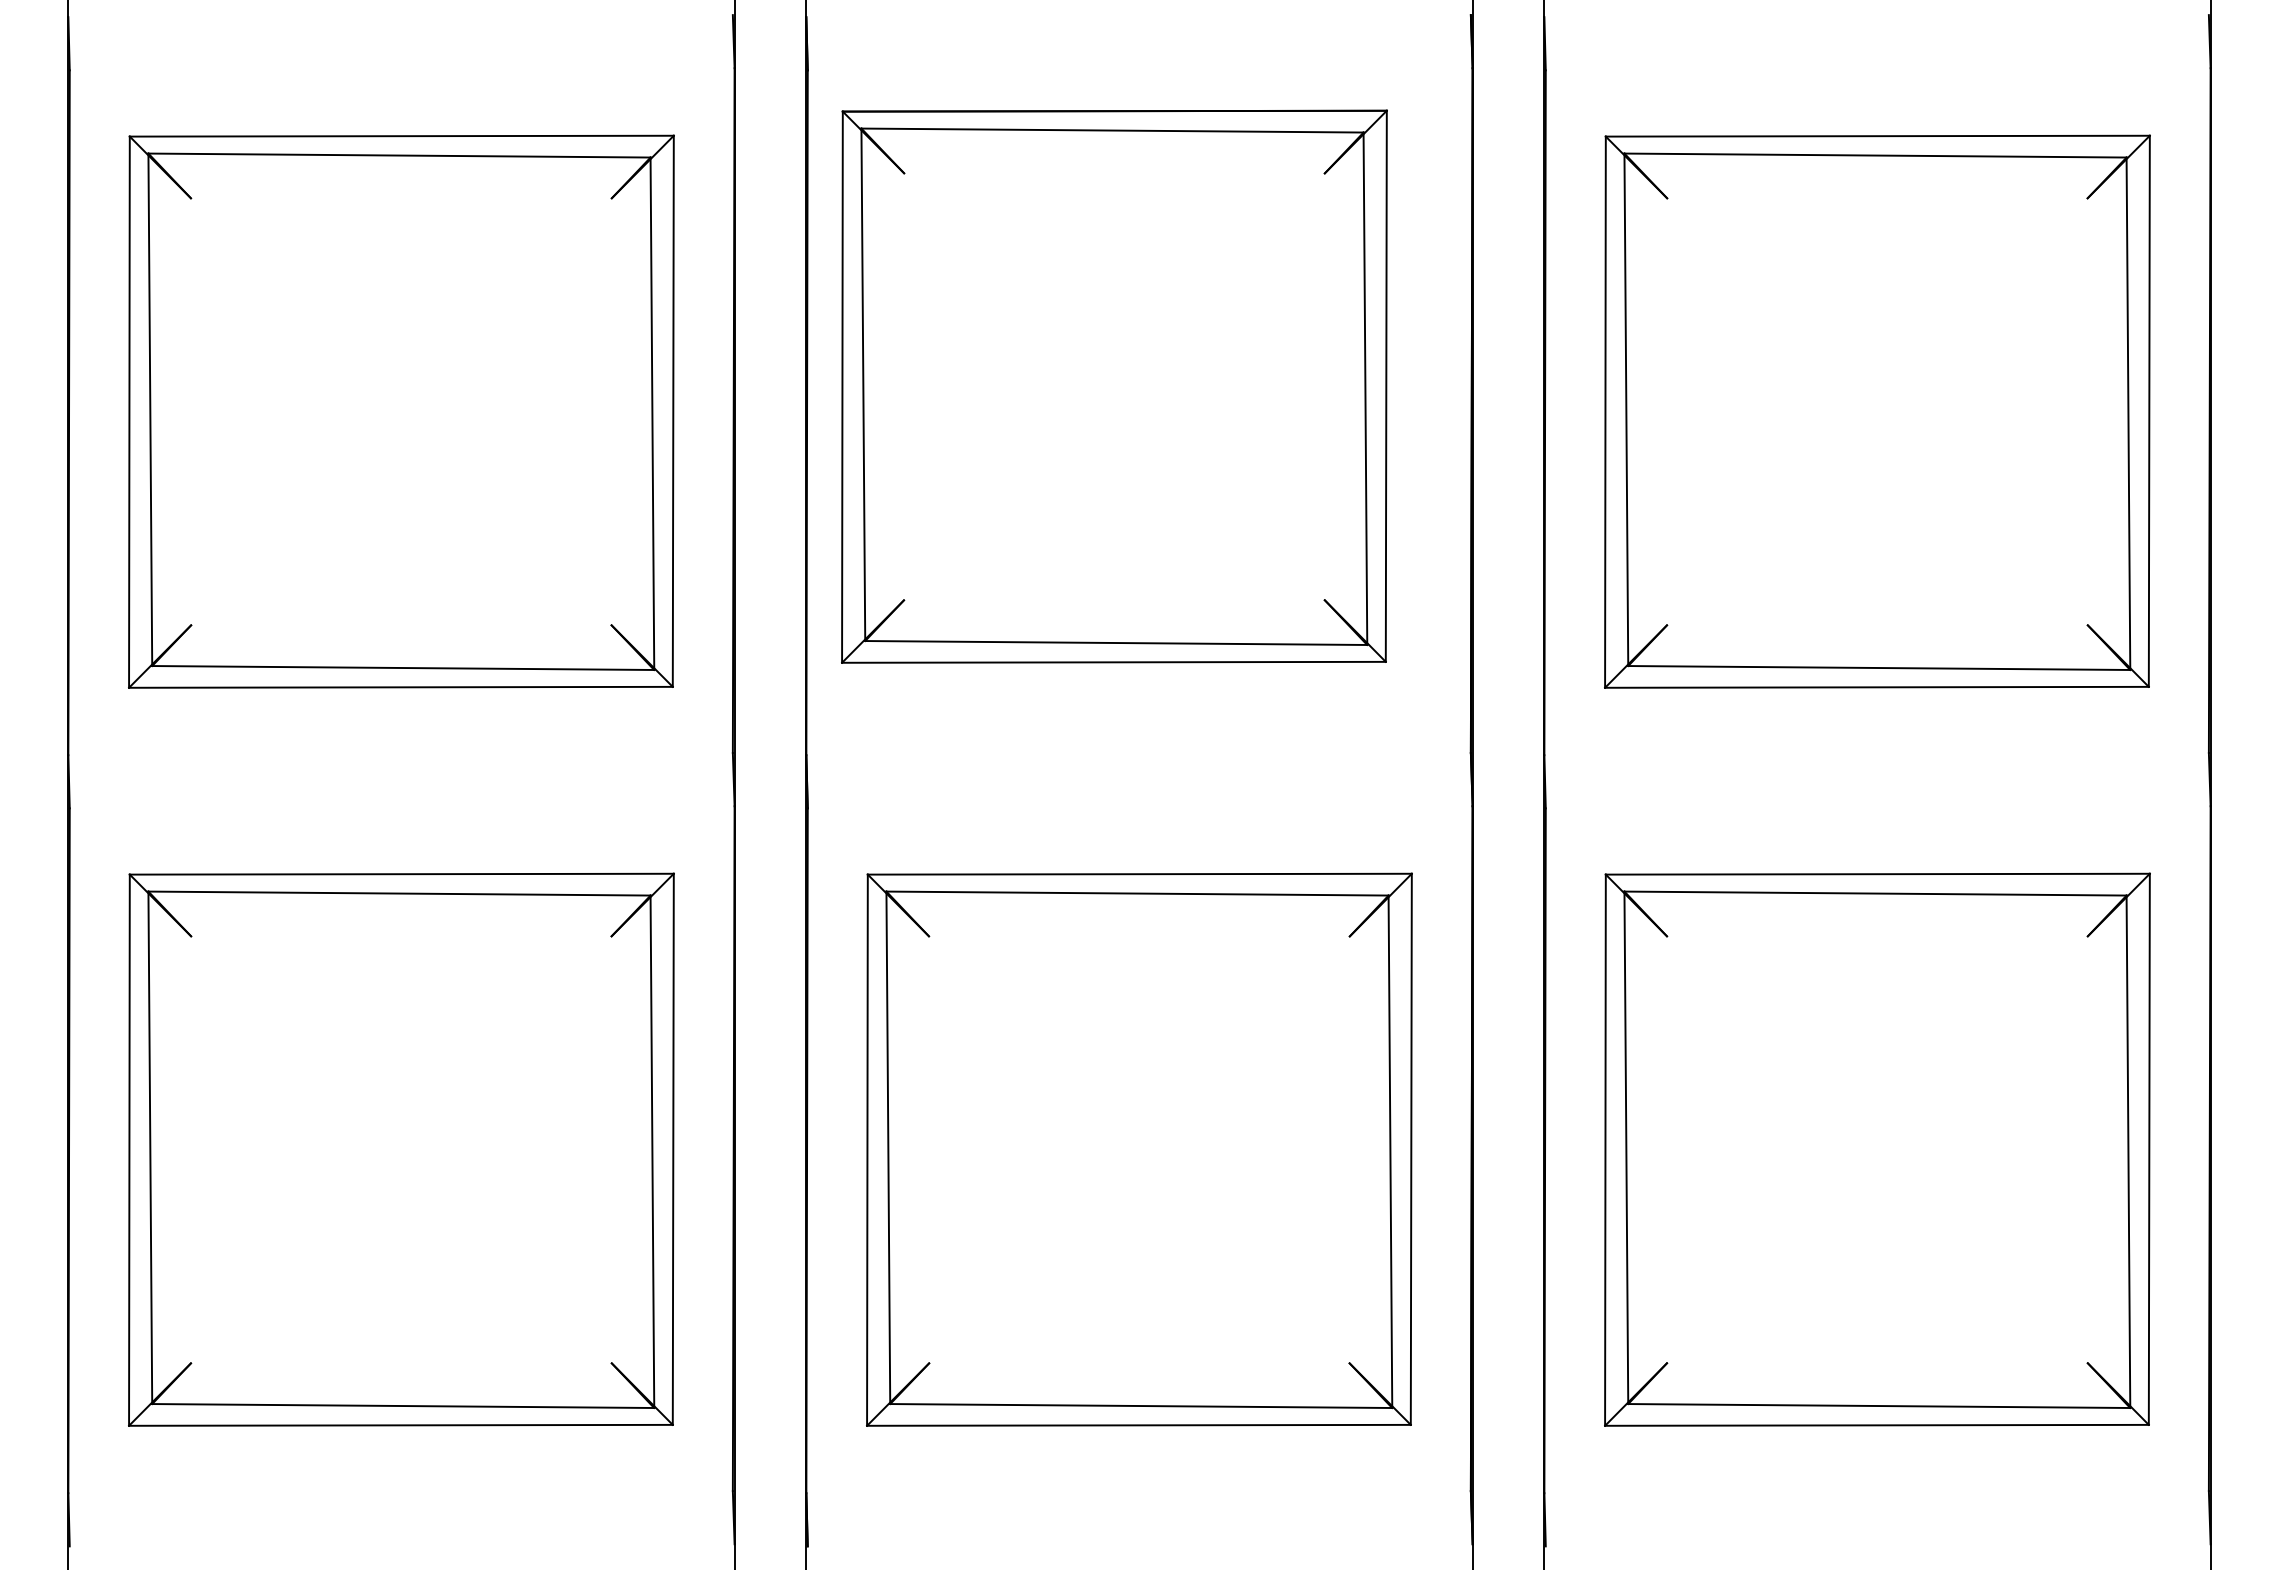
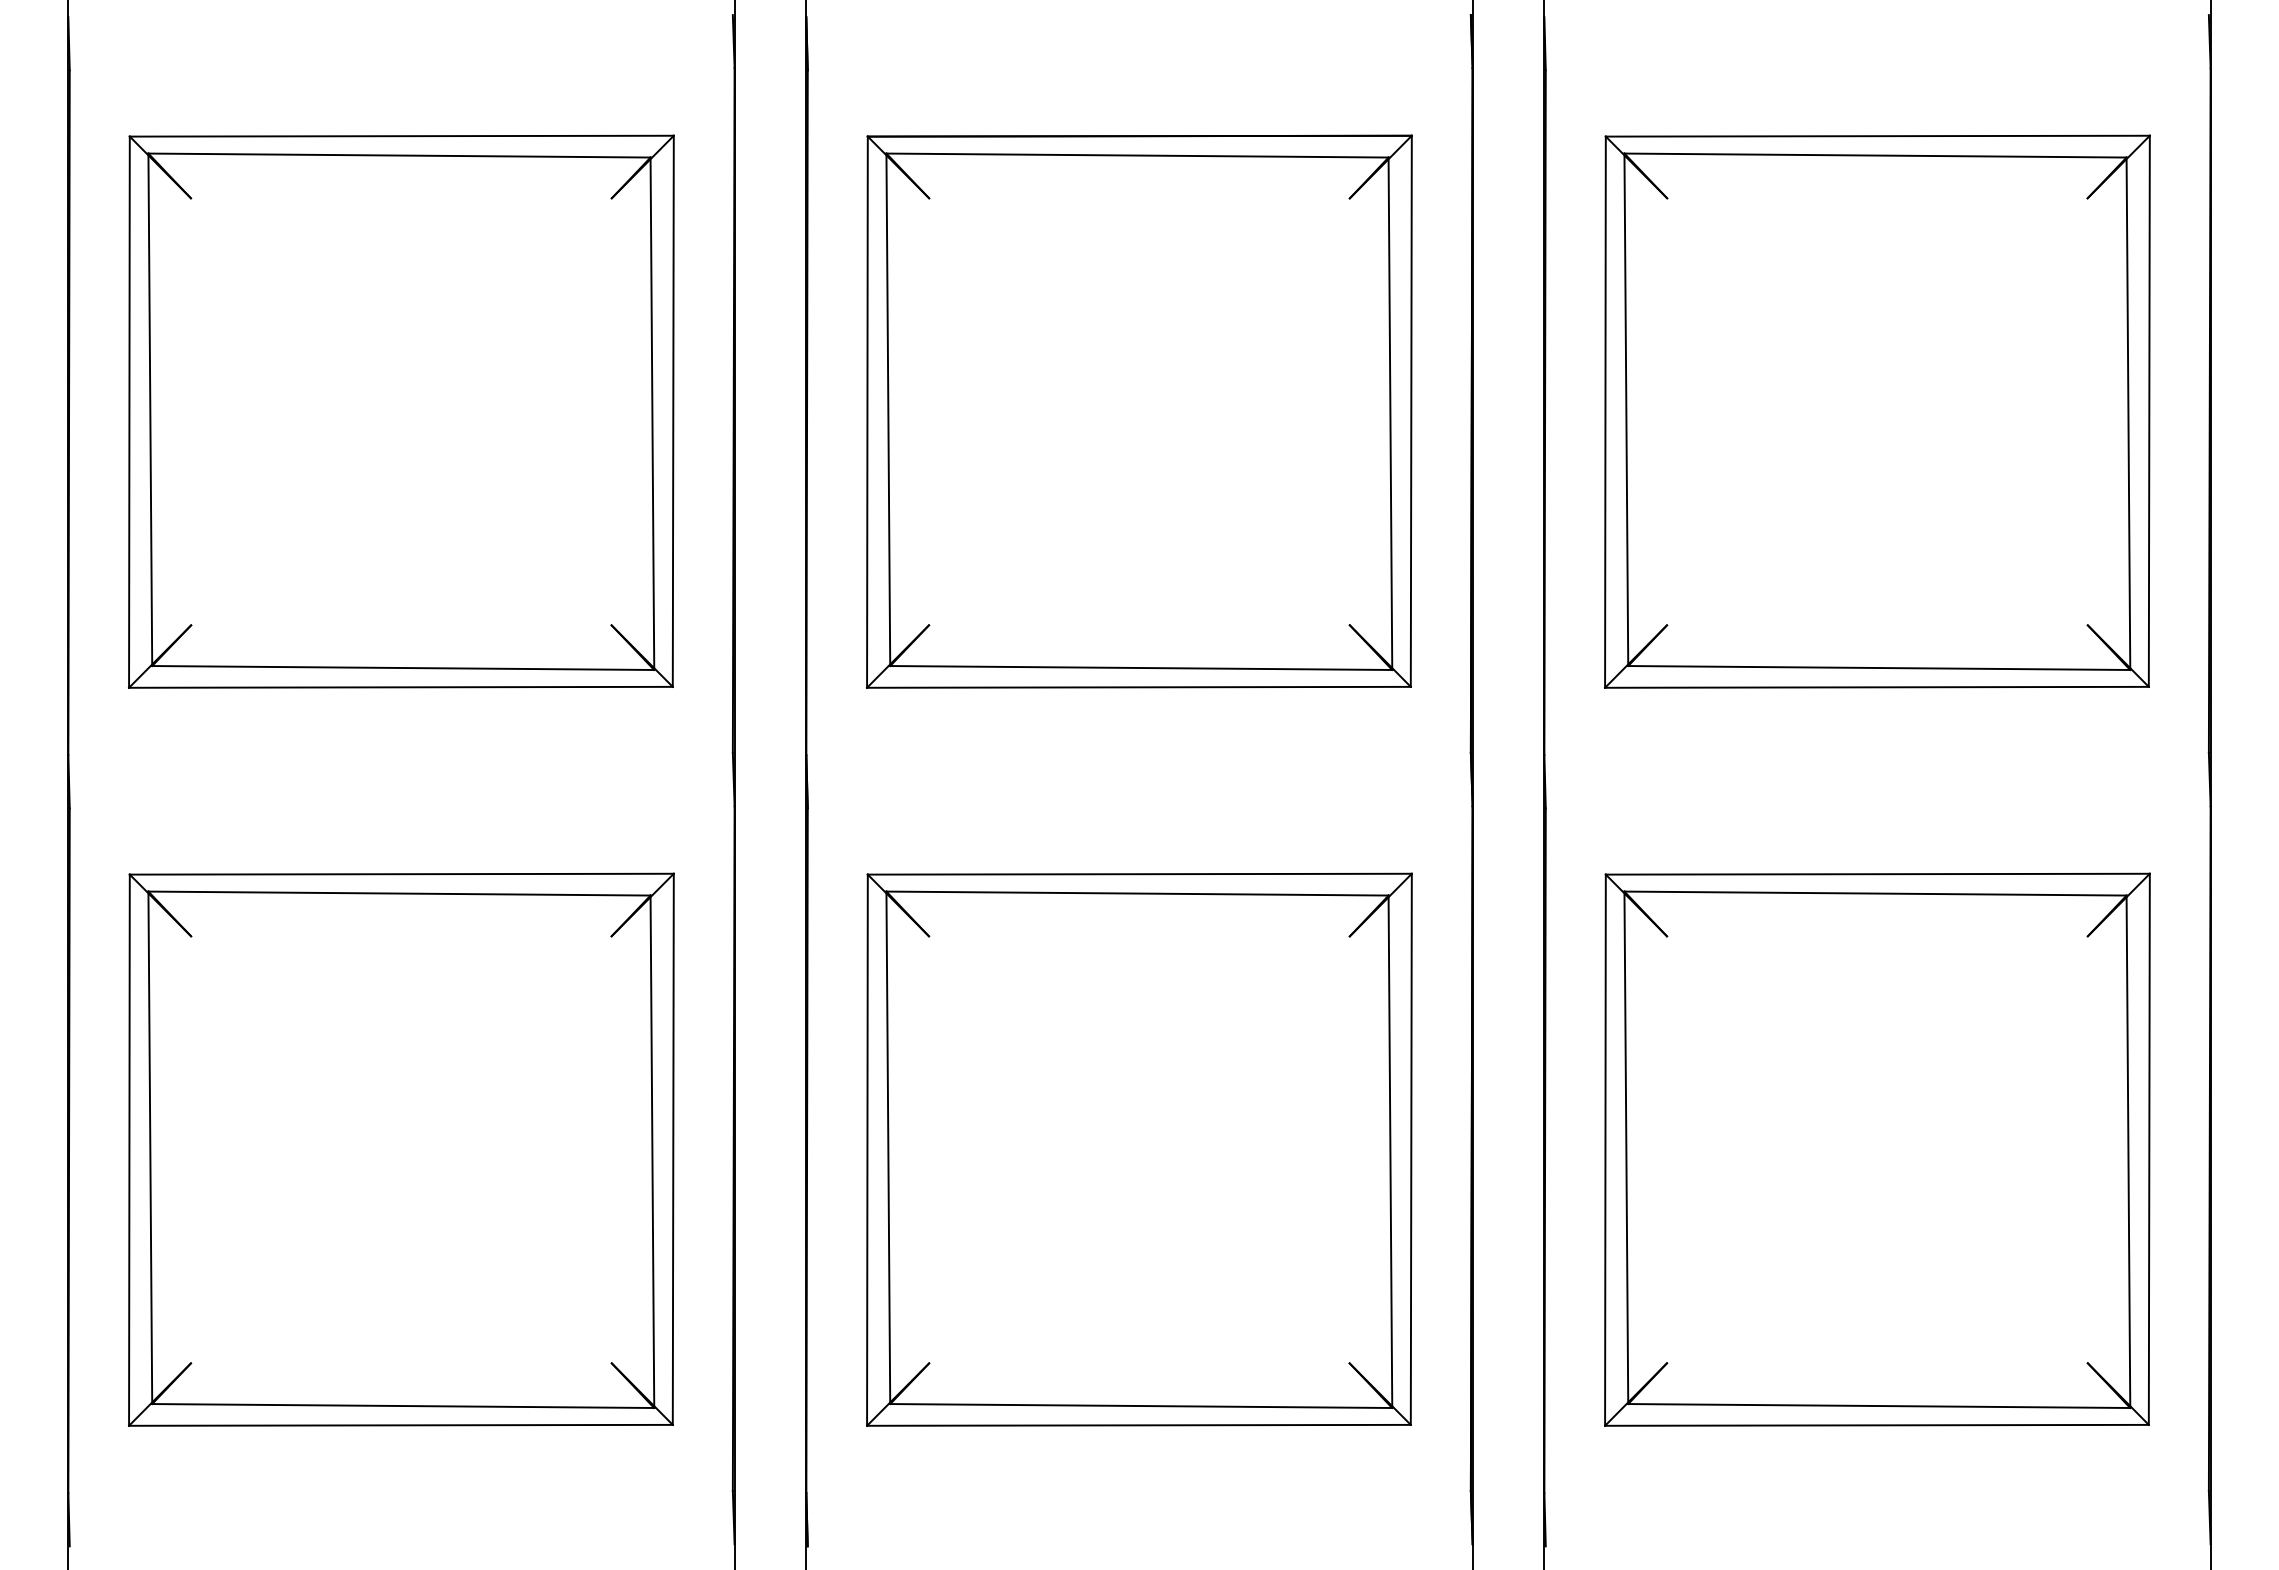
part at (1114, 386) position: (1114, 386) -> (1139, 411)
